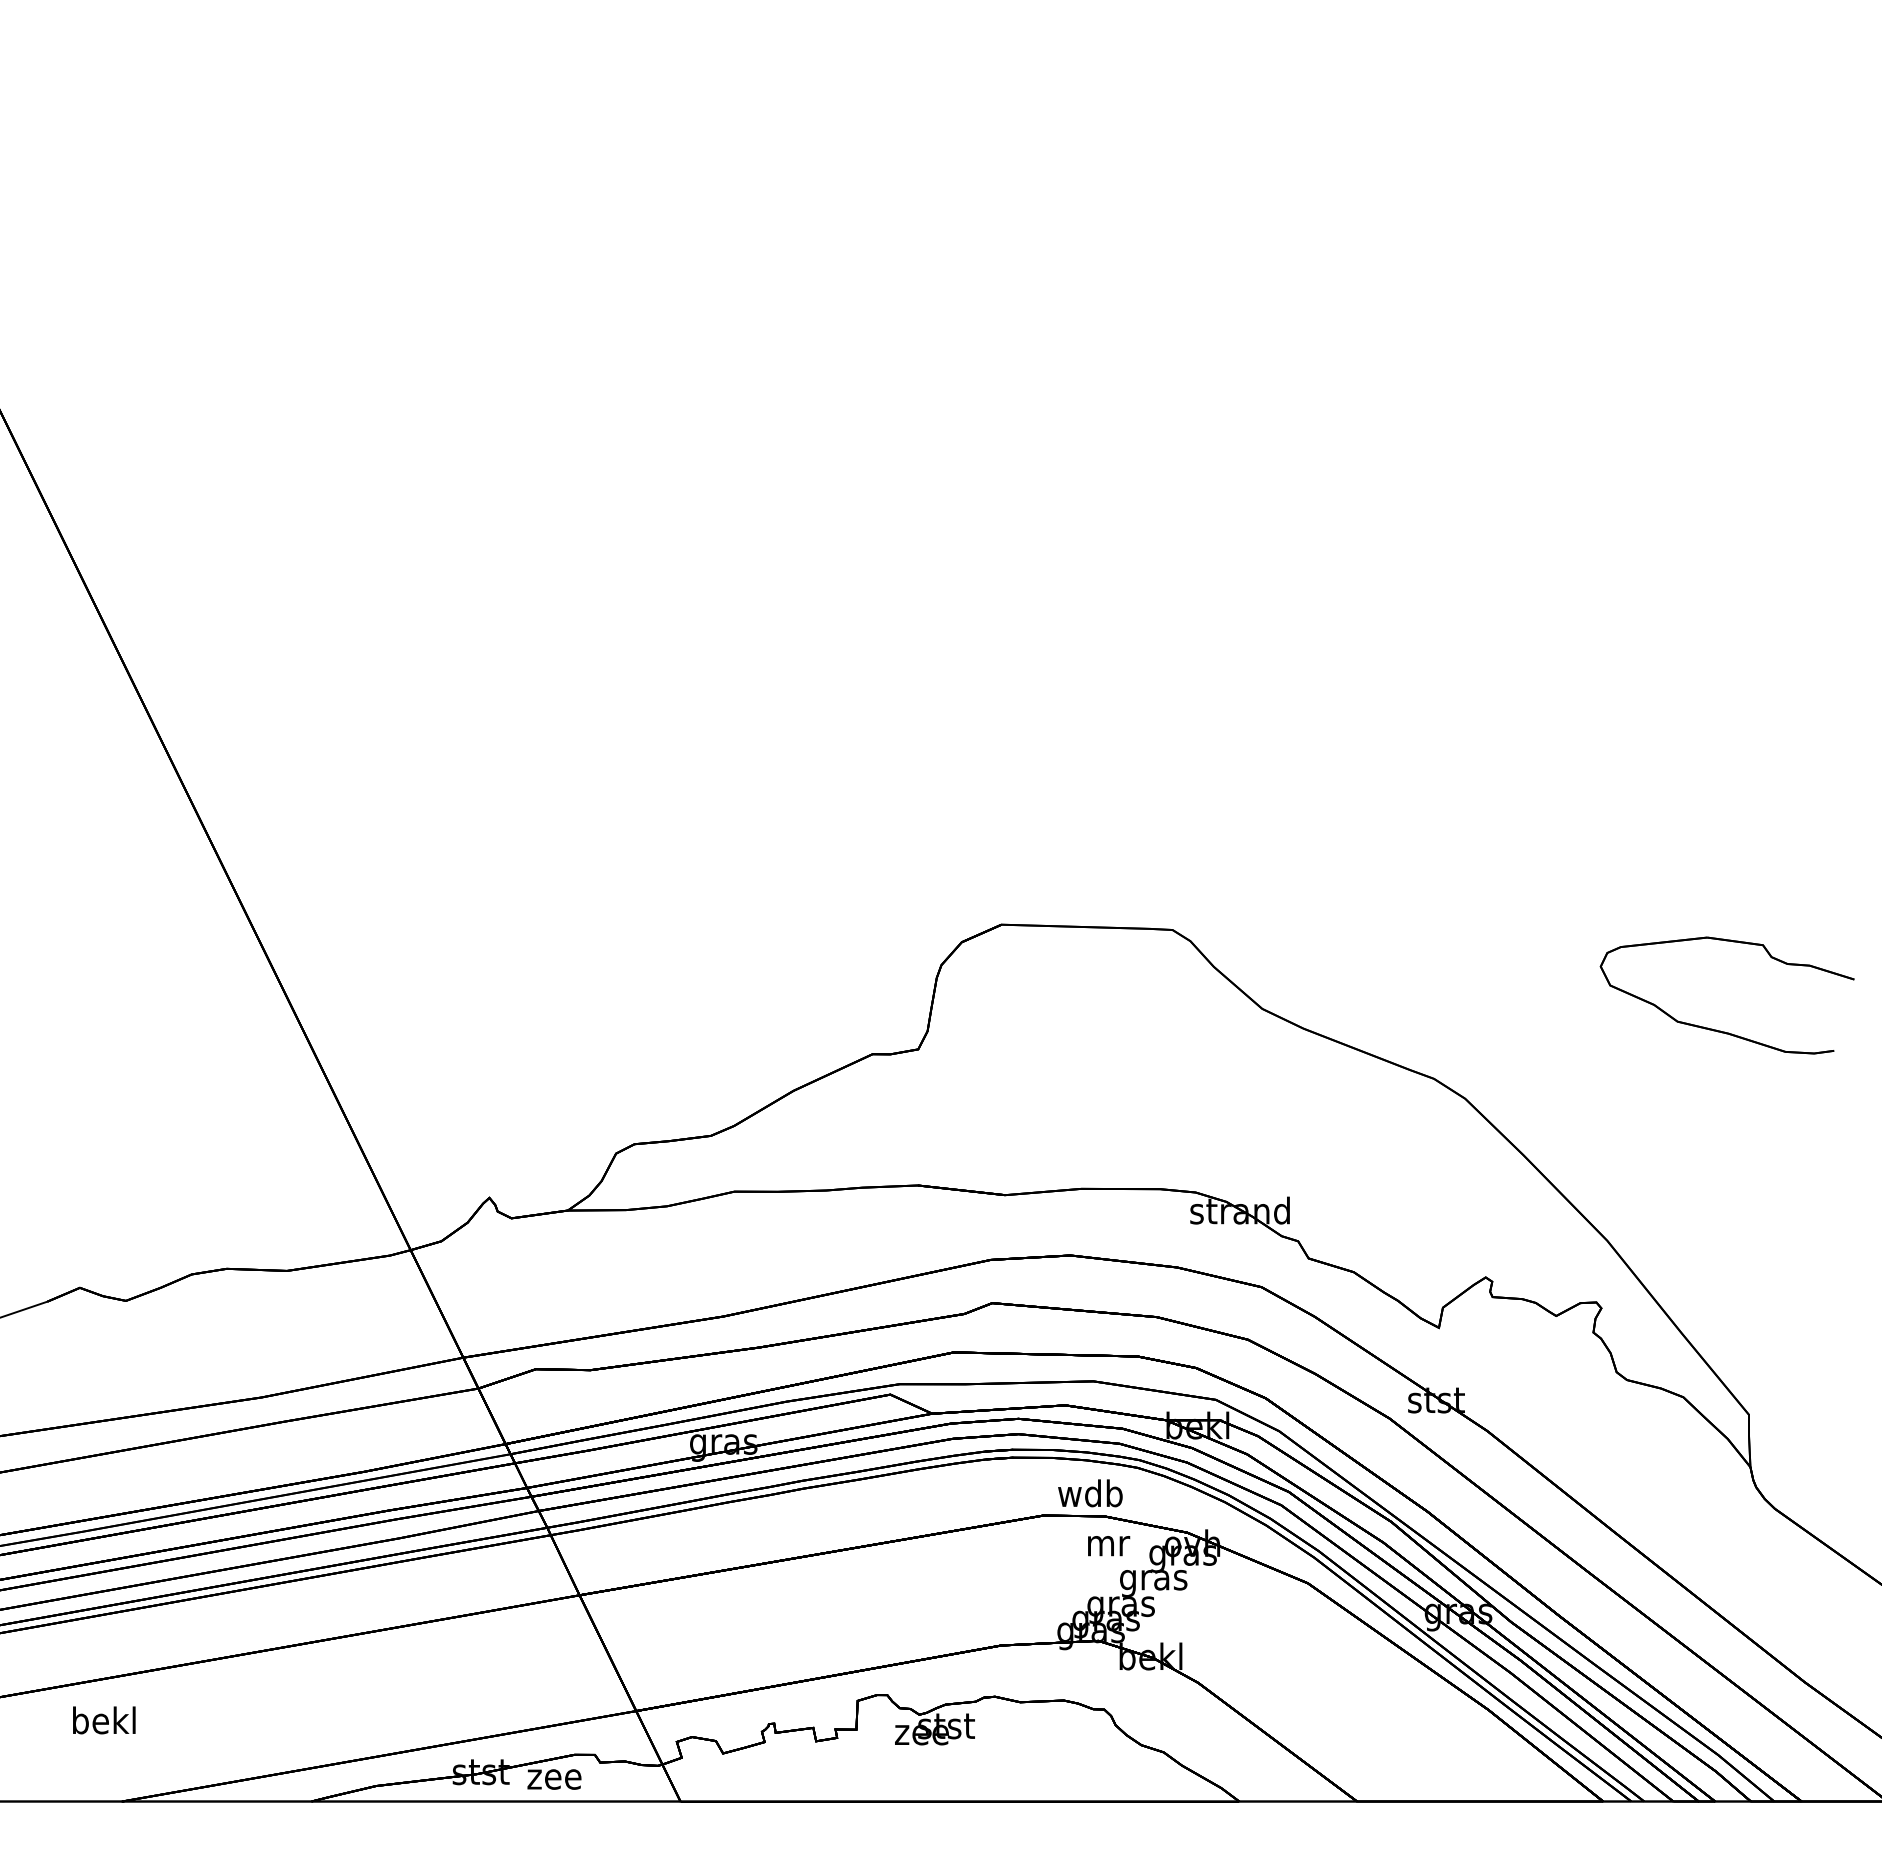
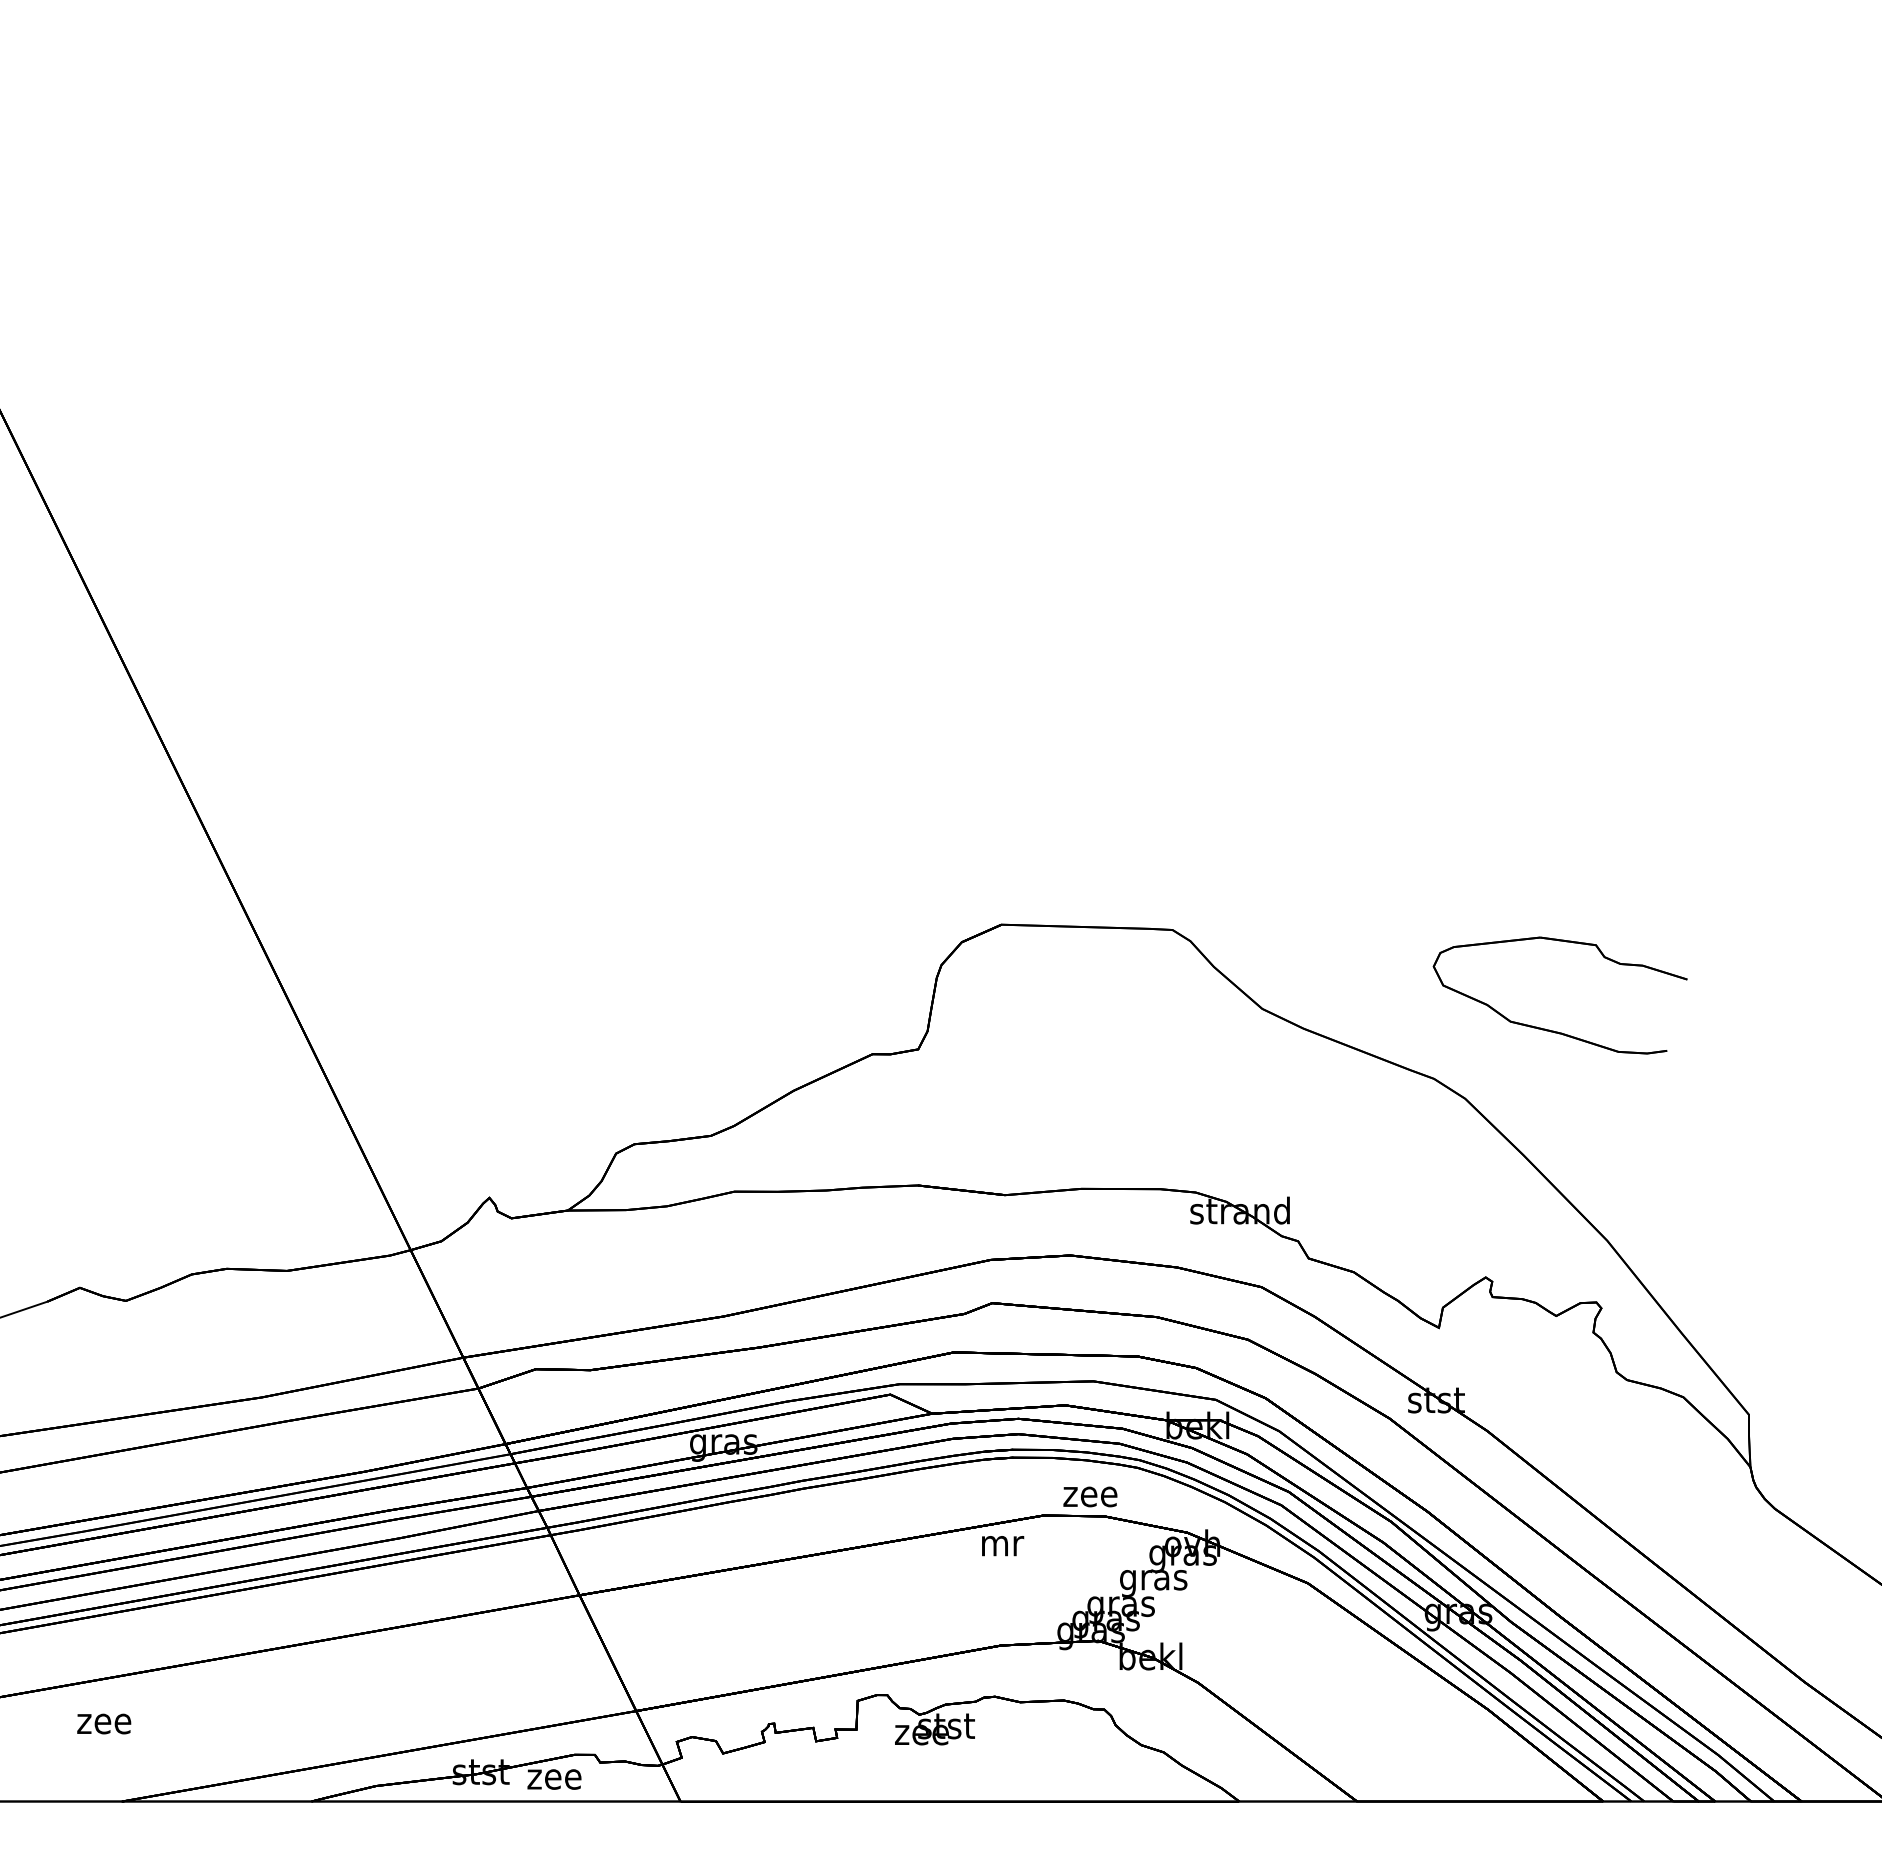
part at (1716, 1029) position: (1716, 1029) -> (1549, 1029)
text at (1090, 1493): wdb -> zee
text at (1109, 1546) position: (1109, 1546) -> (1003, 1546)
text at (104, 1720): bekl -> zee
